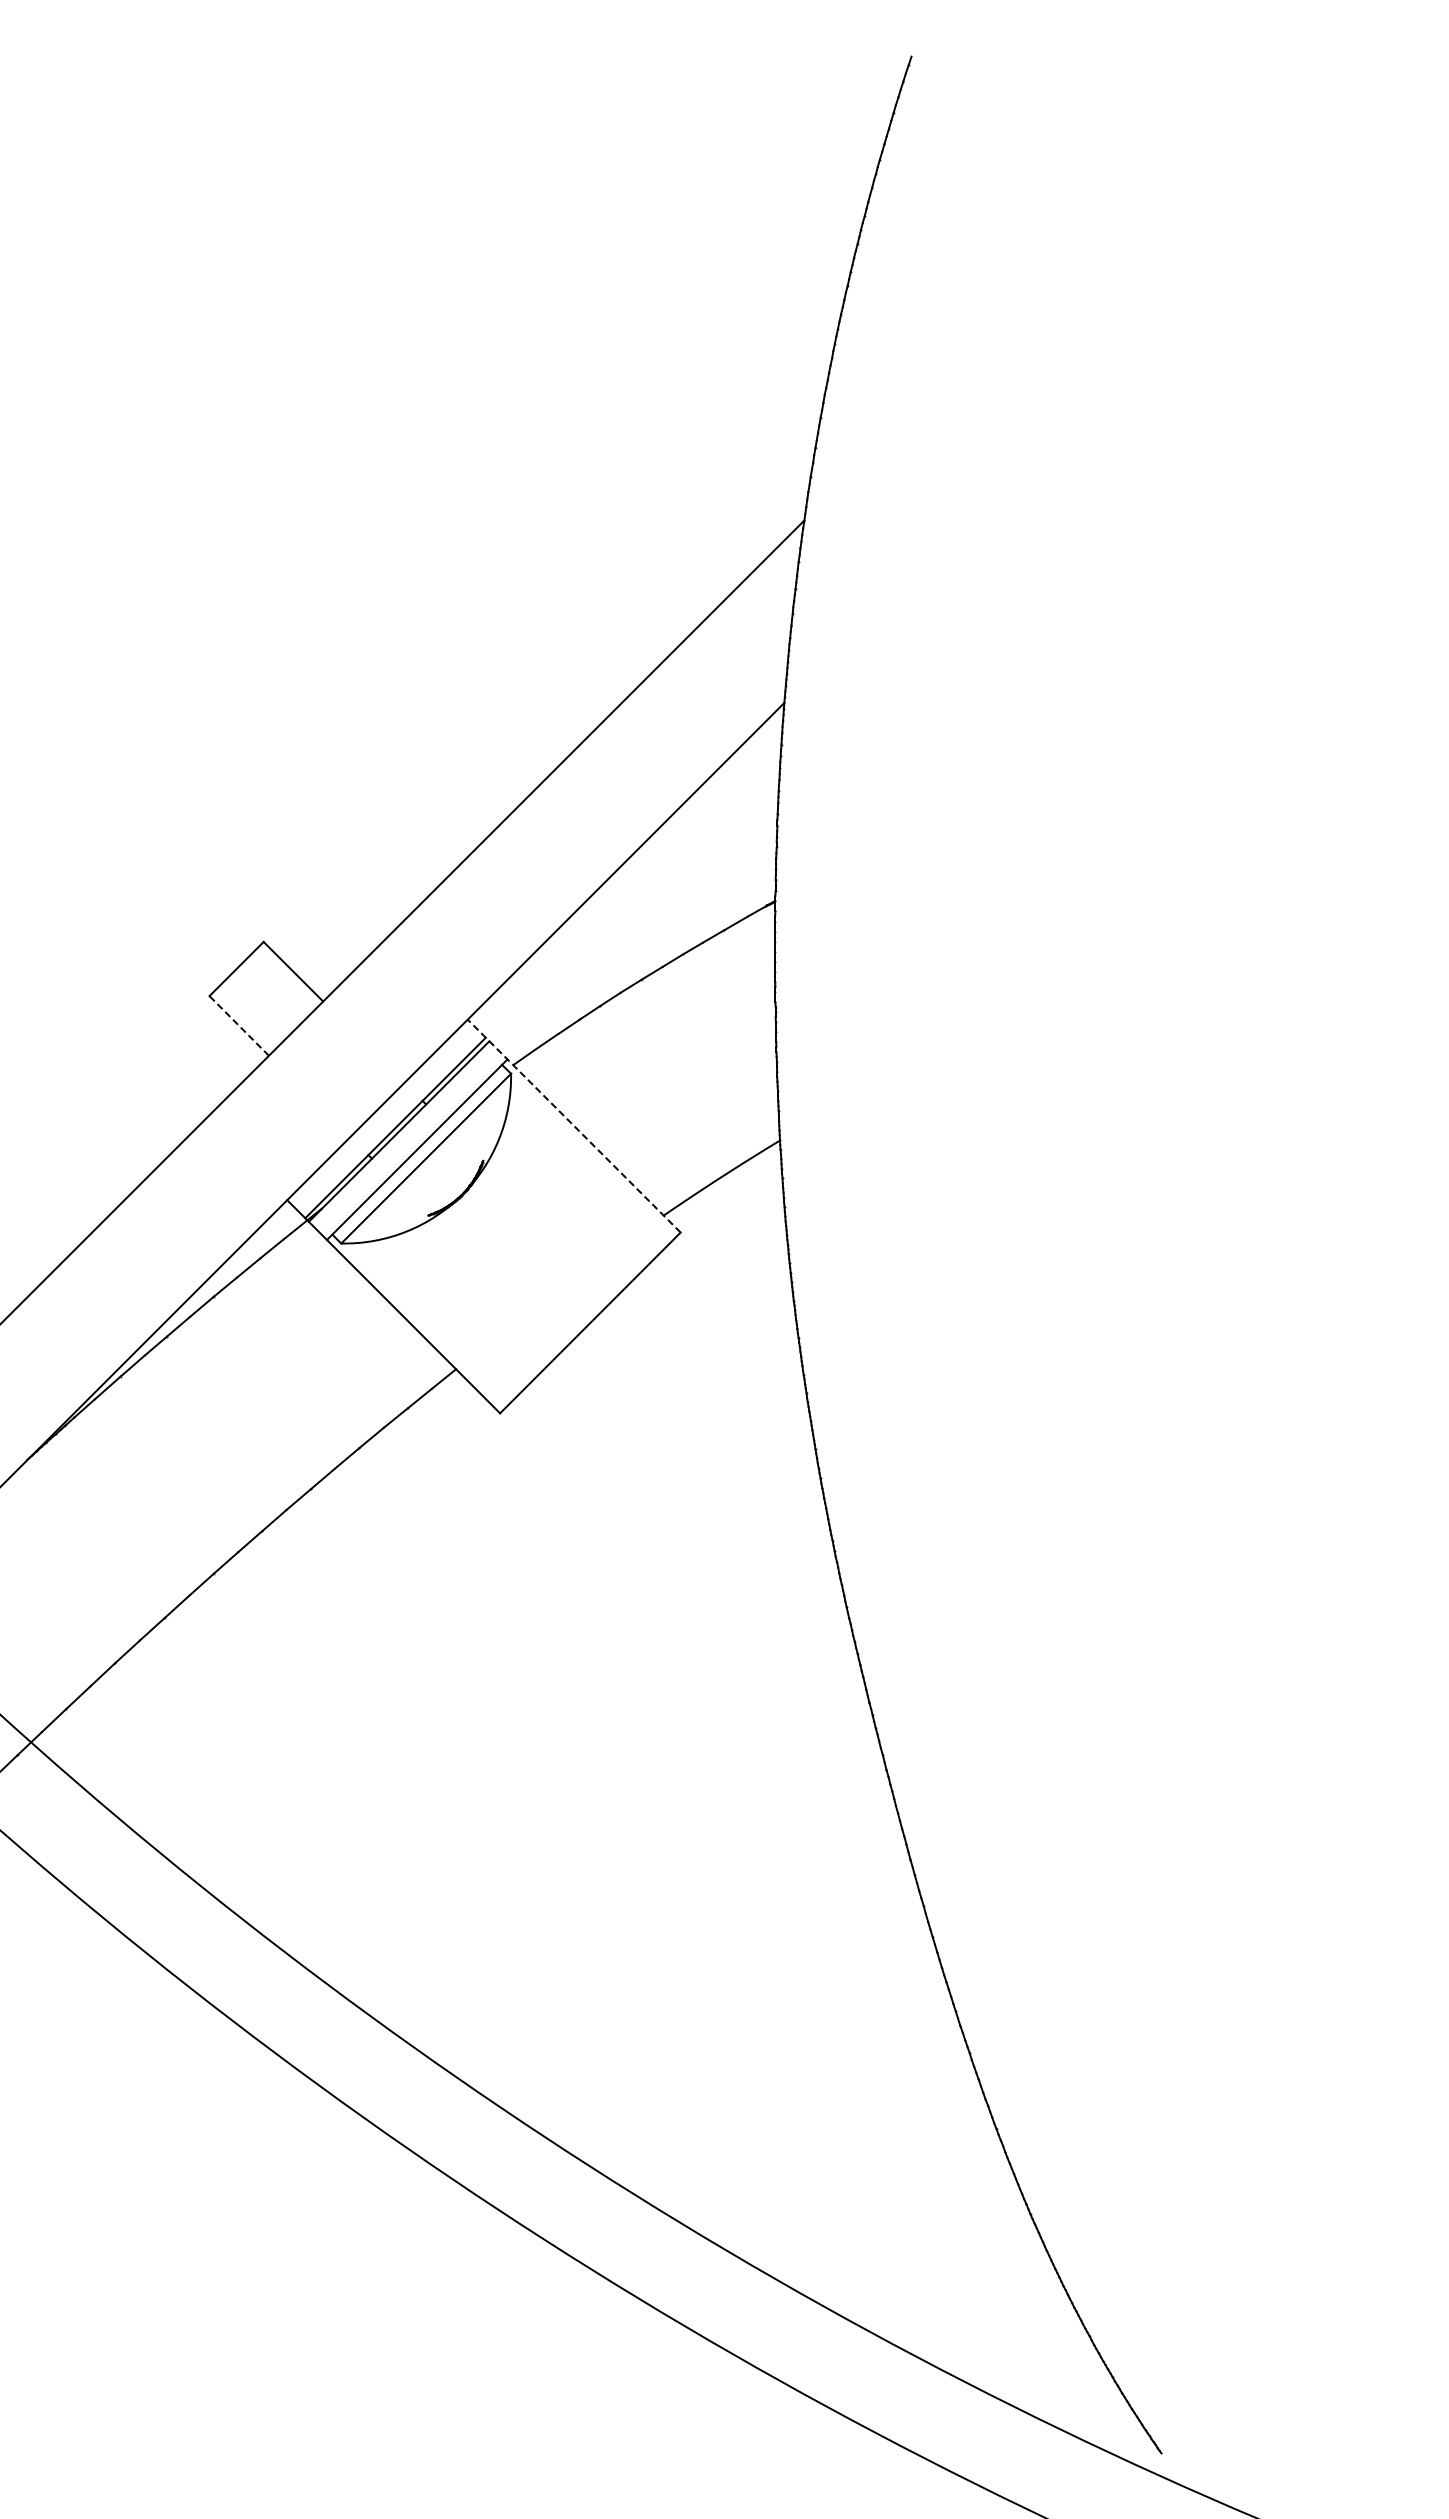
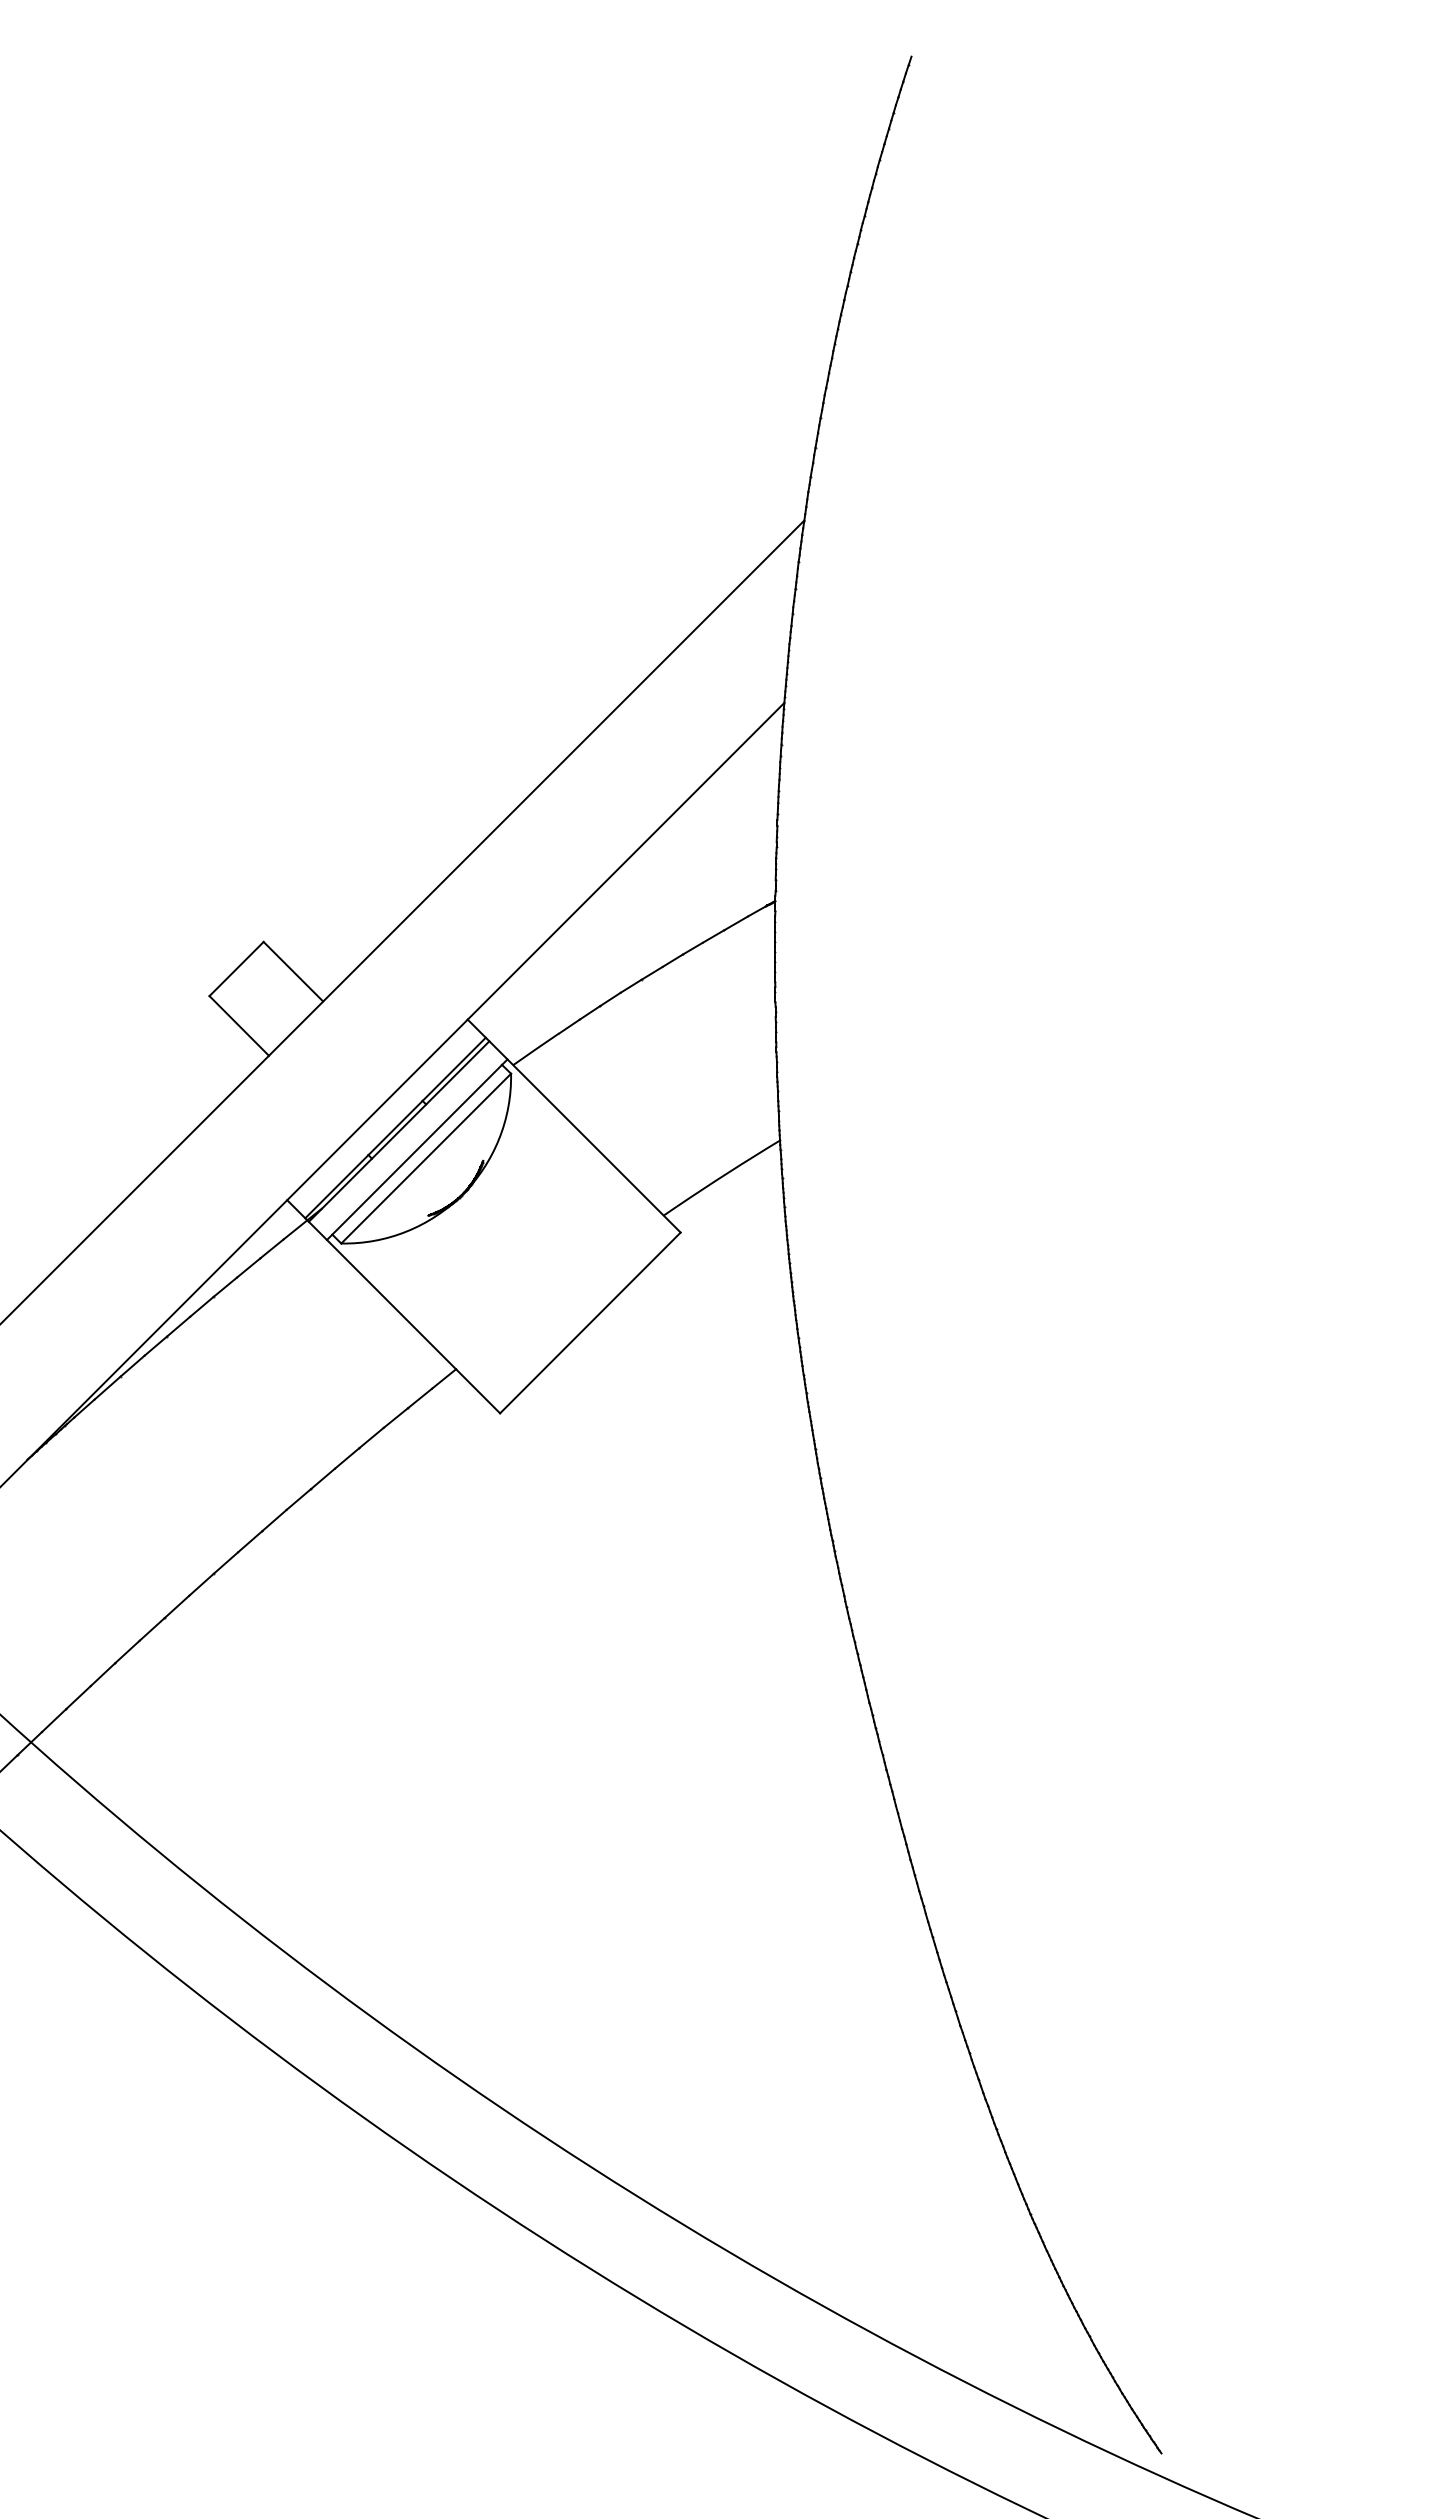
line at (238, 1025): dashed -> solid
line at (574, 1126): dashed -> solid
